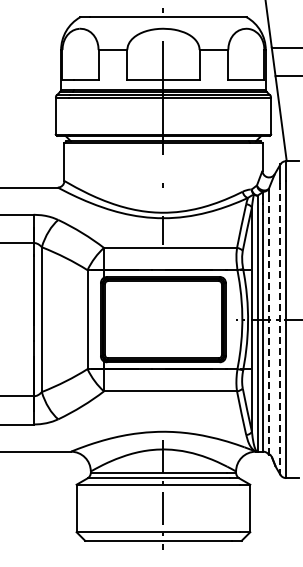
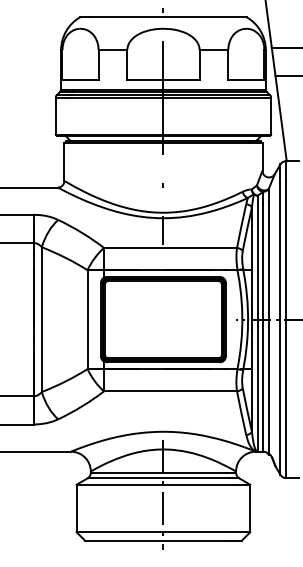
line at (268, 327): dashed -> solid
line at (280, 329): dashed -> solid
